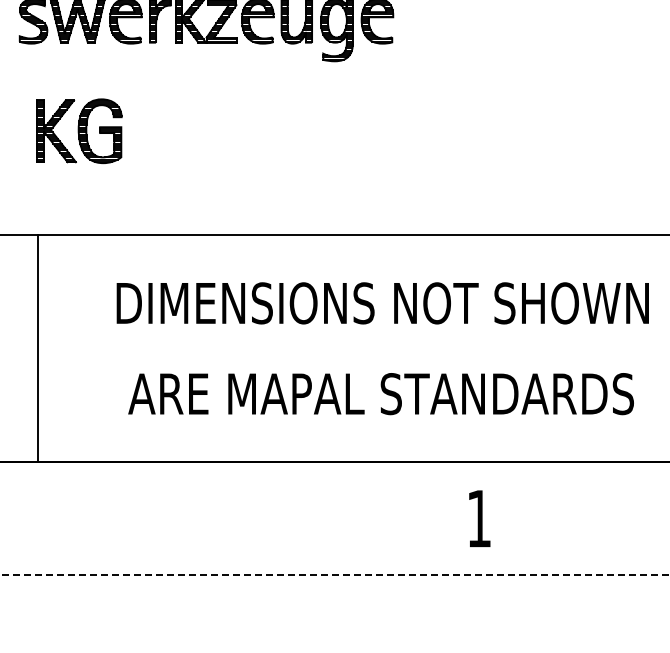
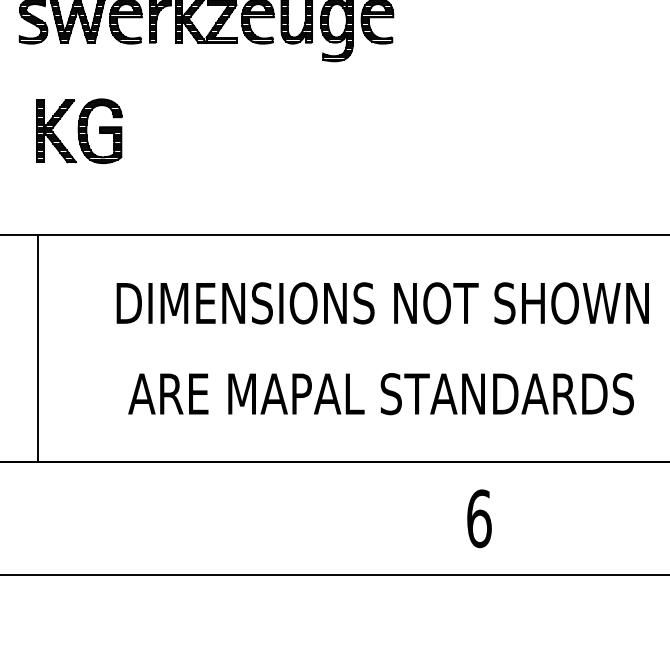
text at (479, 518): 1 -> 6
line at (335, 575): dashed -> solid
